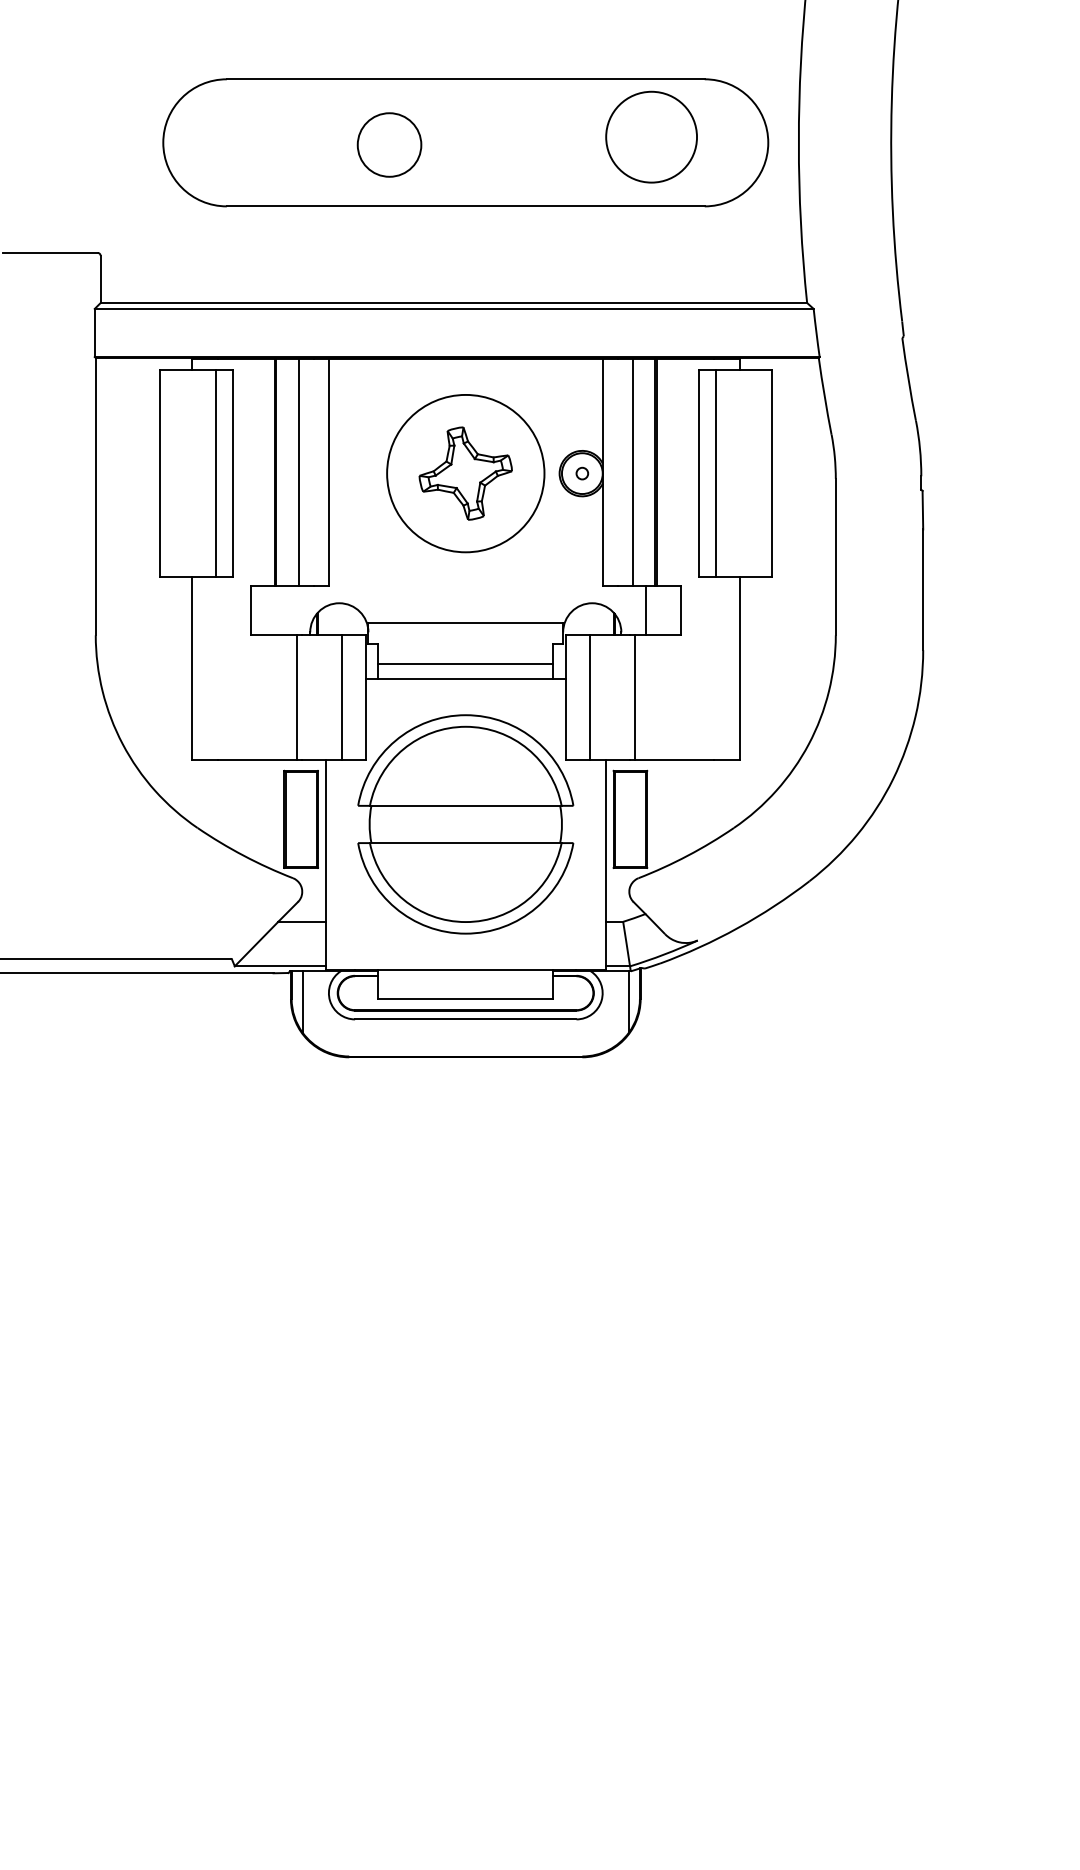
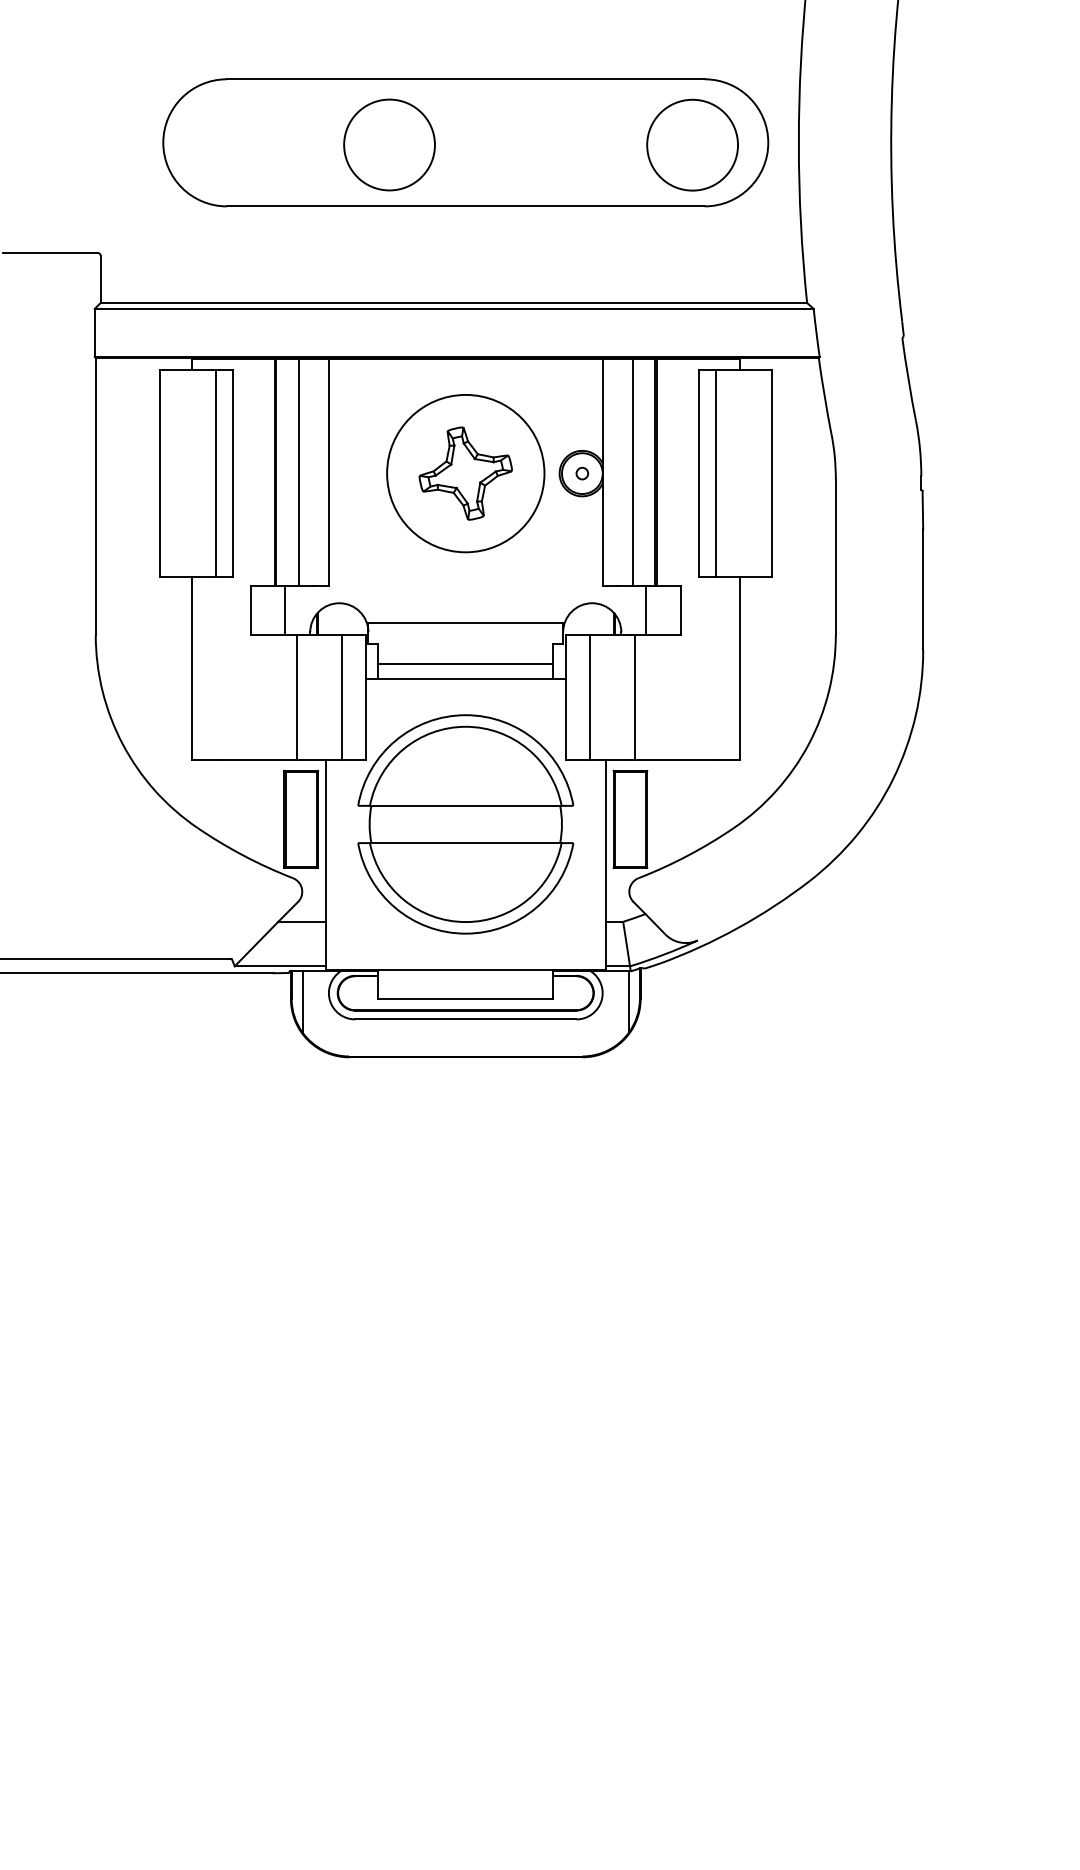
circle at (651, 136) position: (651, 136) -> (692, 144)
circle at (389, 144) diameter: 64 px -> 91 px
line at (285, 610): none -> present
